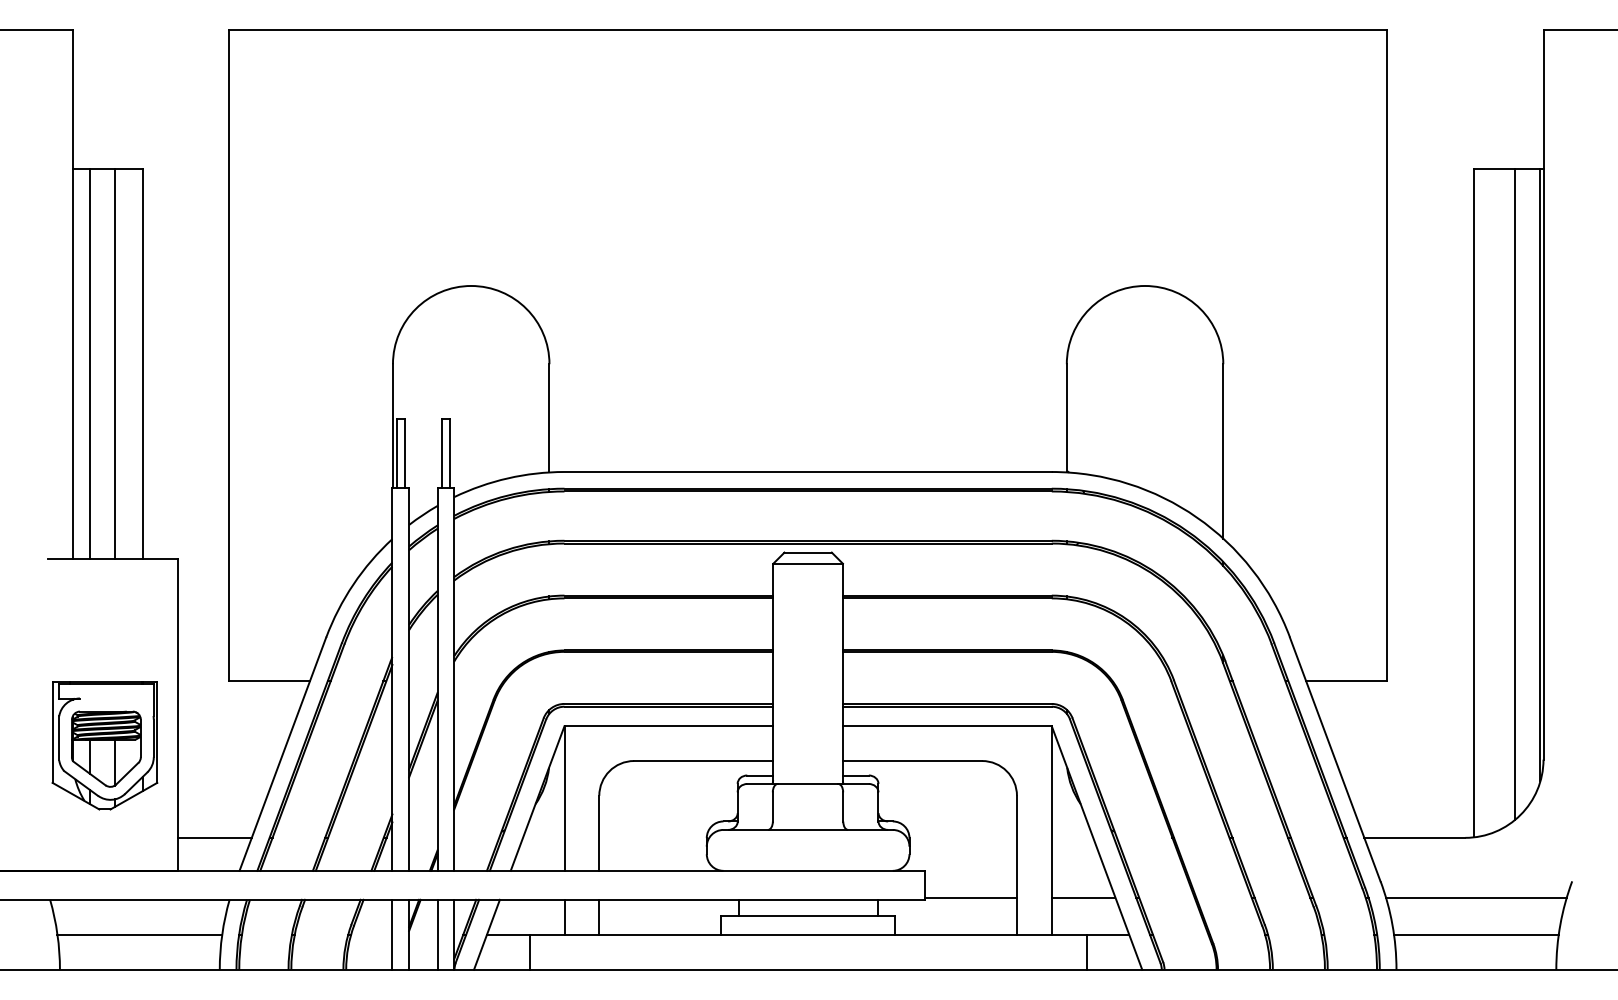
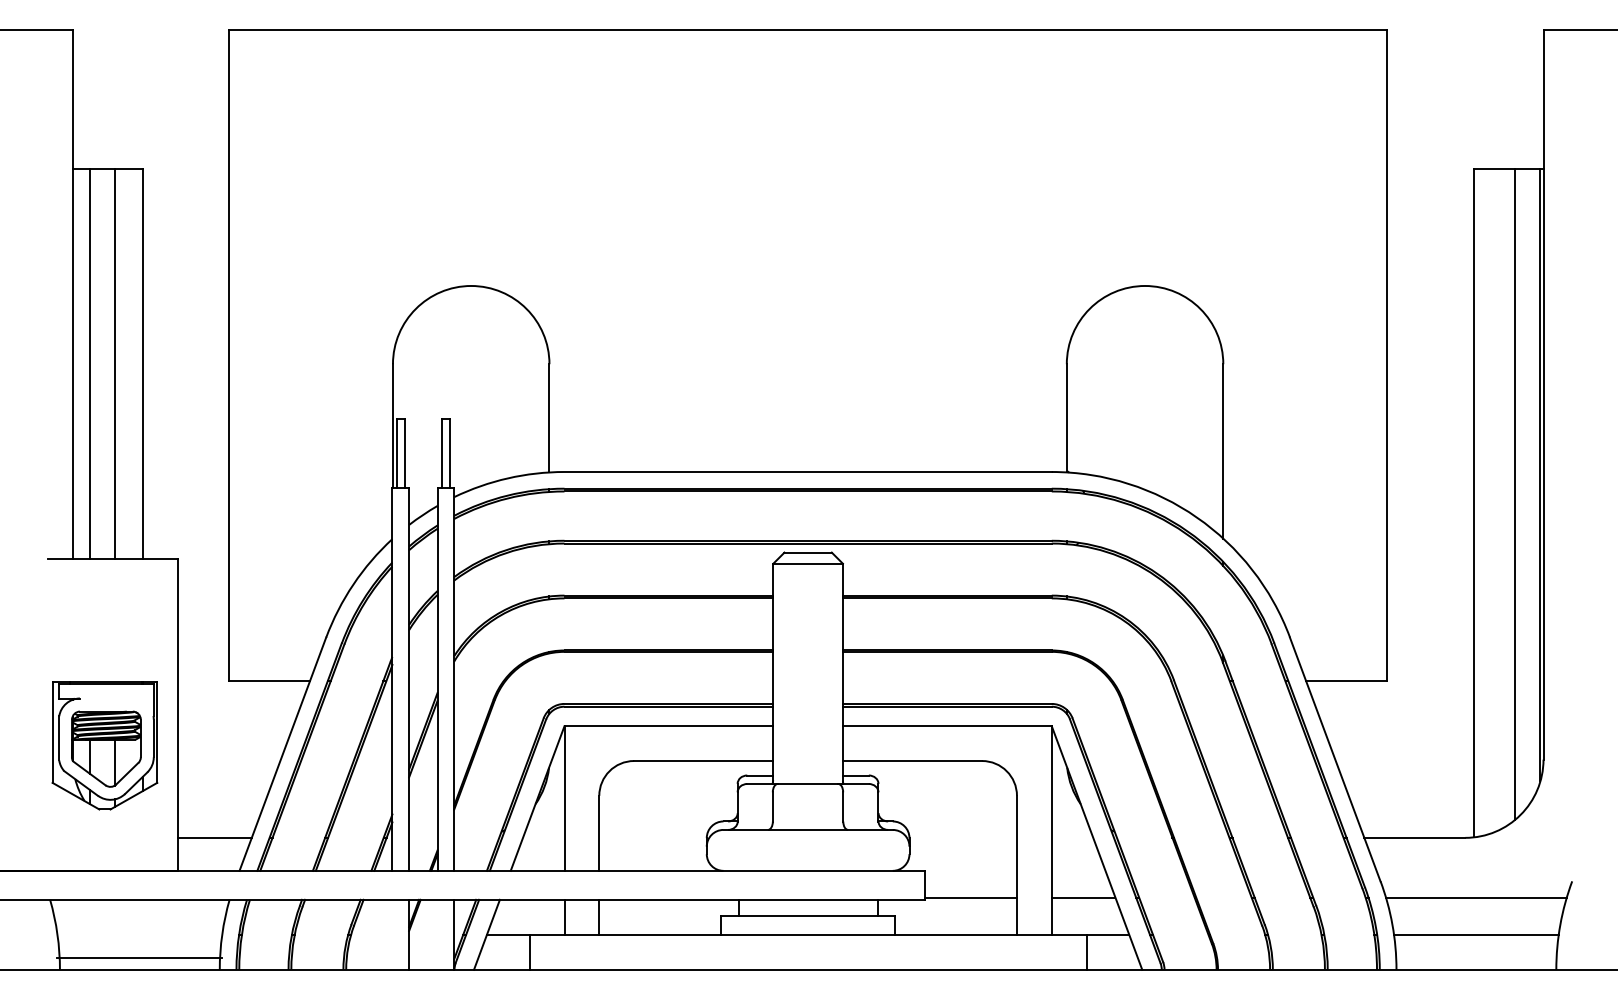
line at (392, 934): present -> none
line at (437, 934): present -> none
line at (139, 935) position: (139, 935) -> (139, 958)
